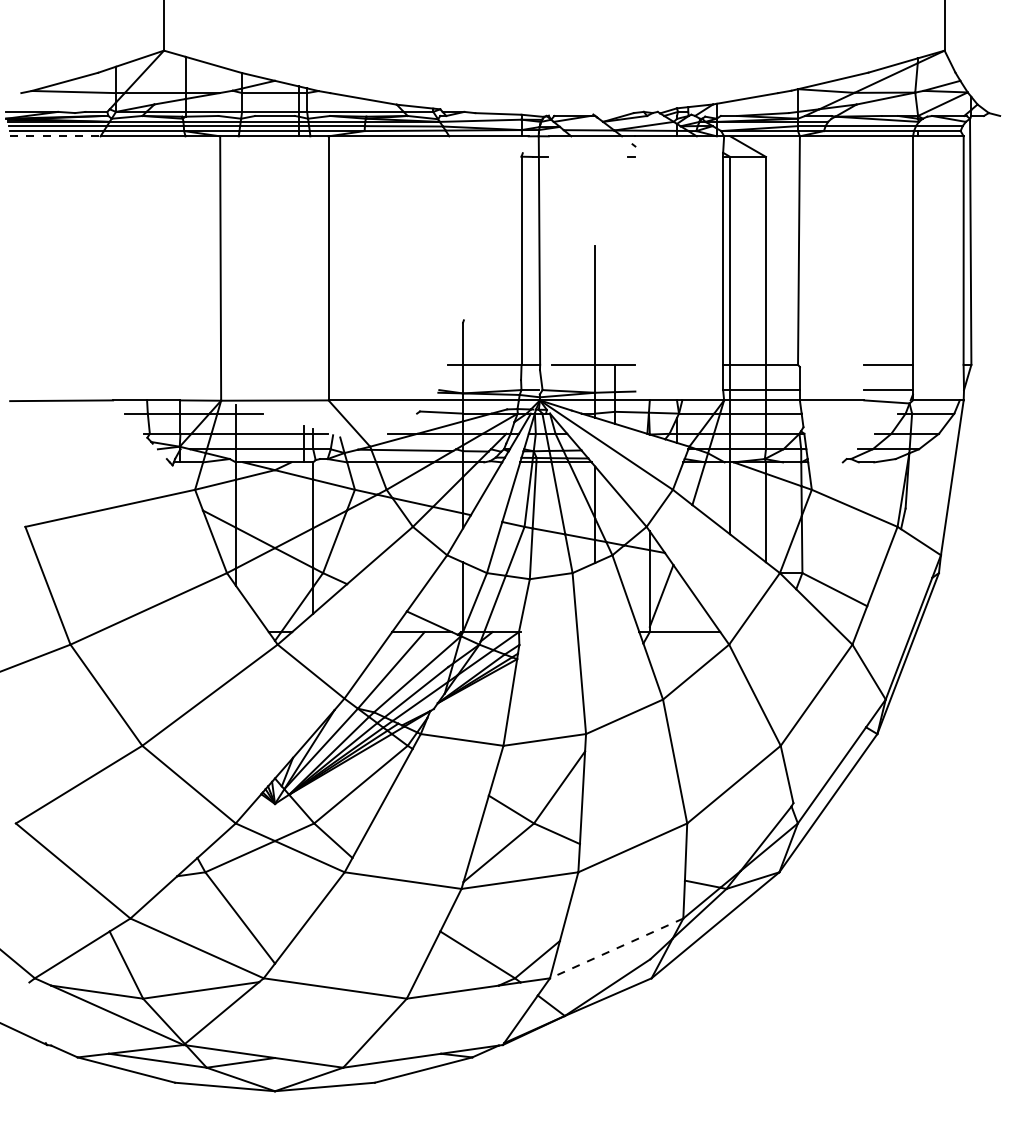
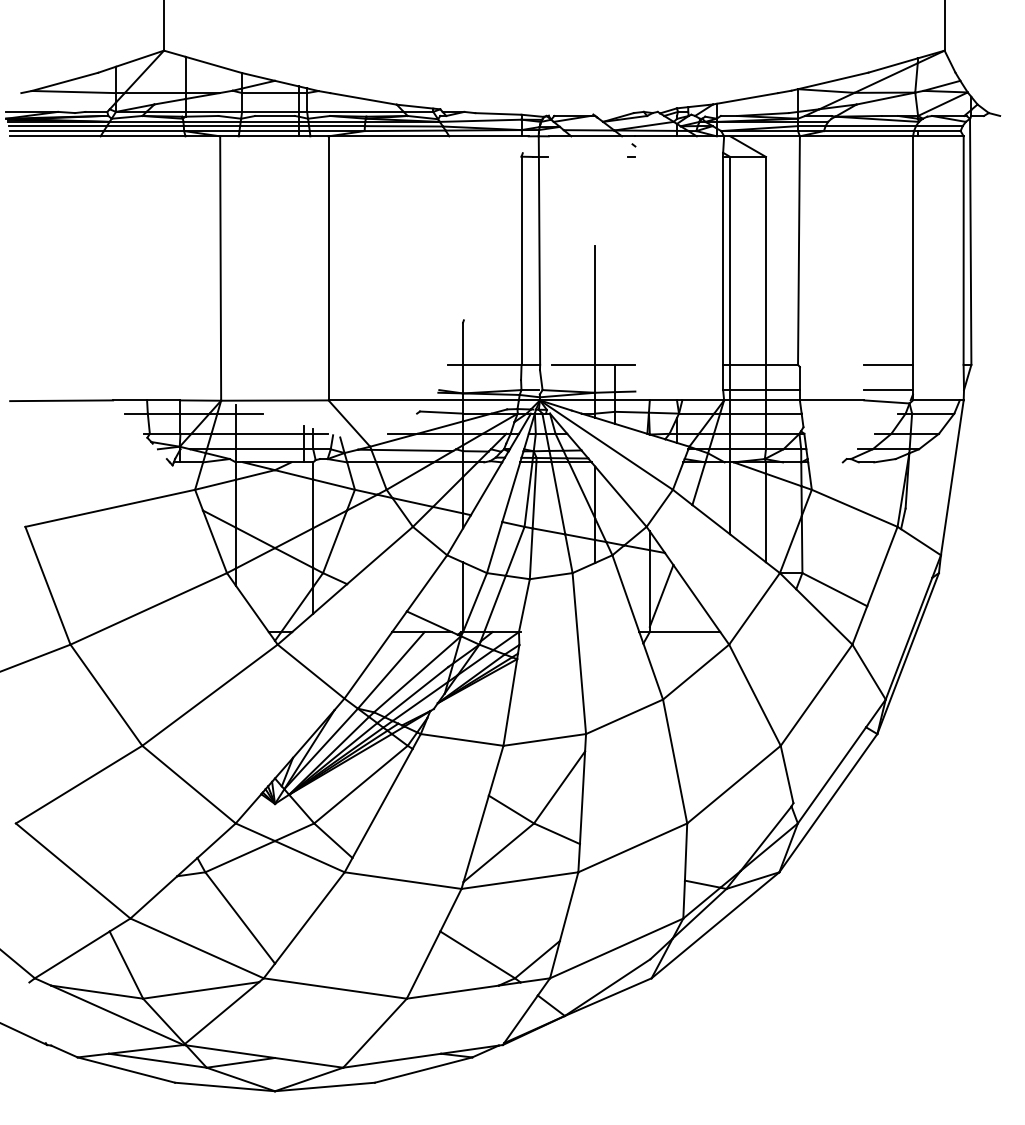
line at (55, 136): dashed -> solid
line at (616, 948): dashed -> solid
